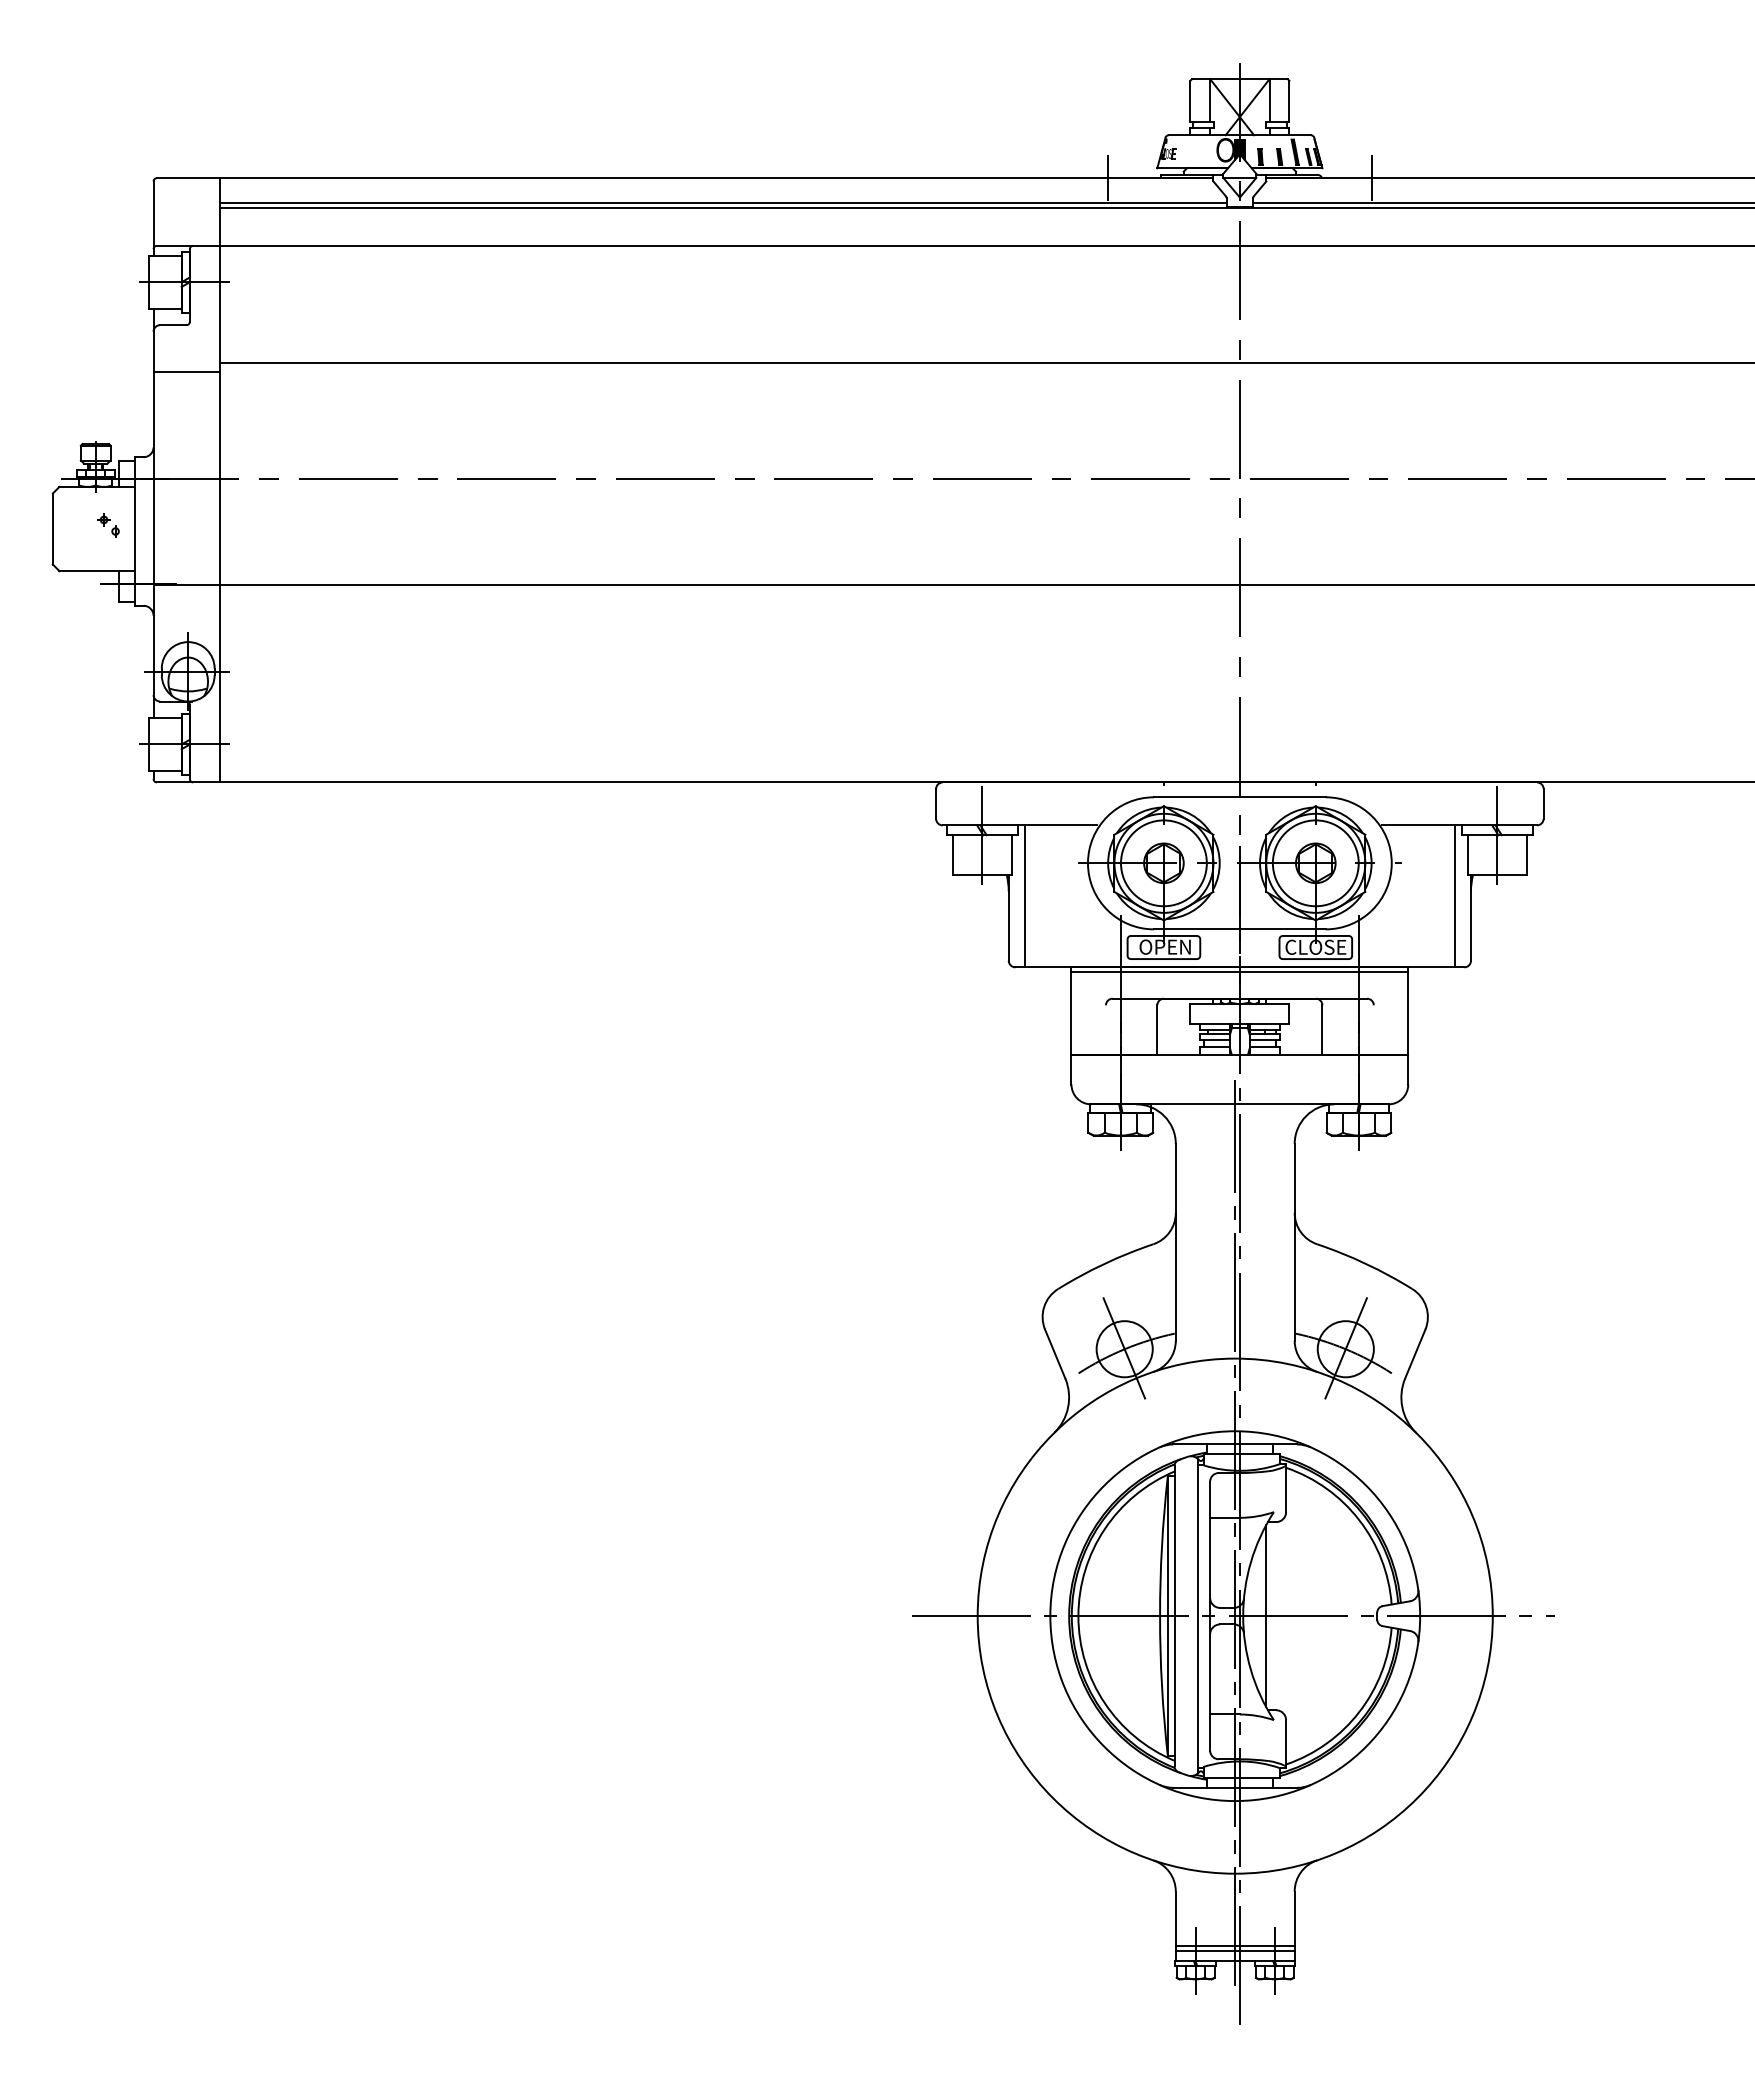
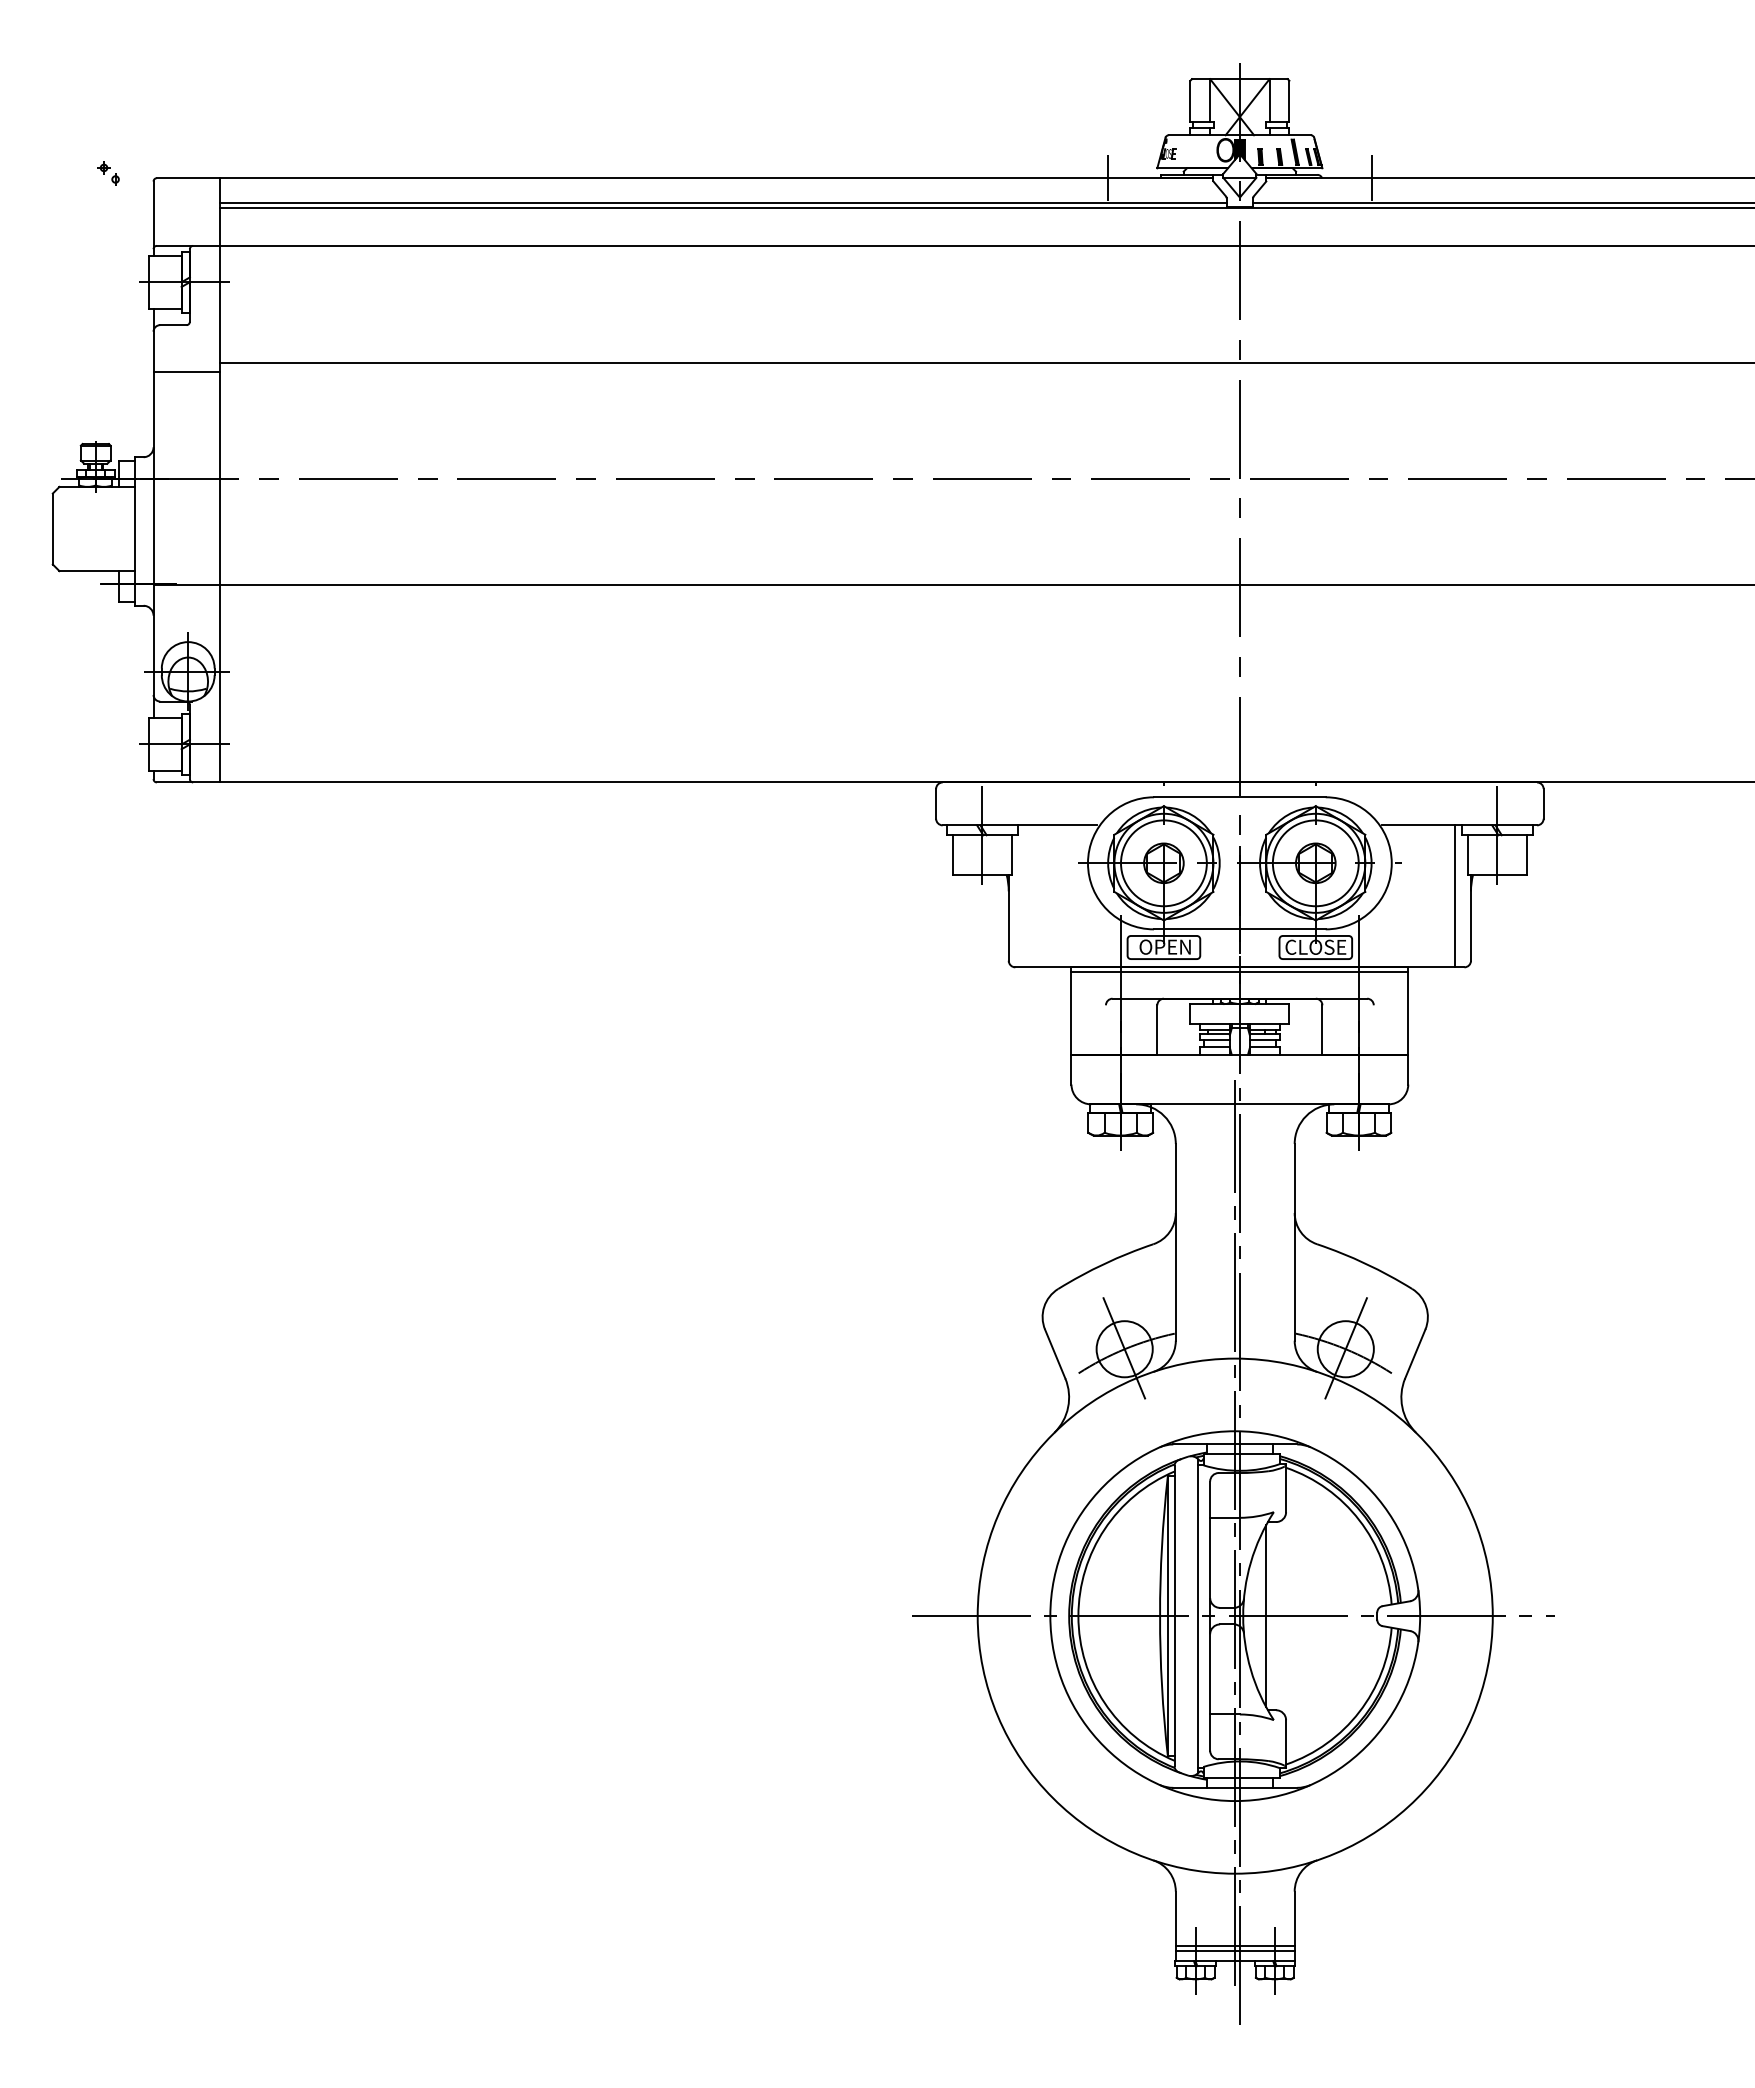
part at (108, 525) position: (108, 525) -> (108, 173)
line at (1024, 896): present -> none
